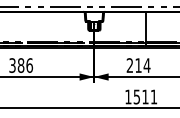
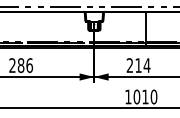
text at (12, 65): 386 -> 286
text at (145, 96): 1511 -> 1010
